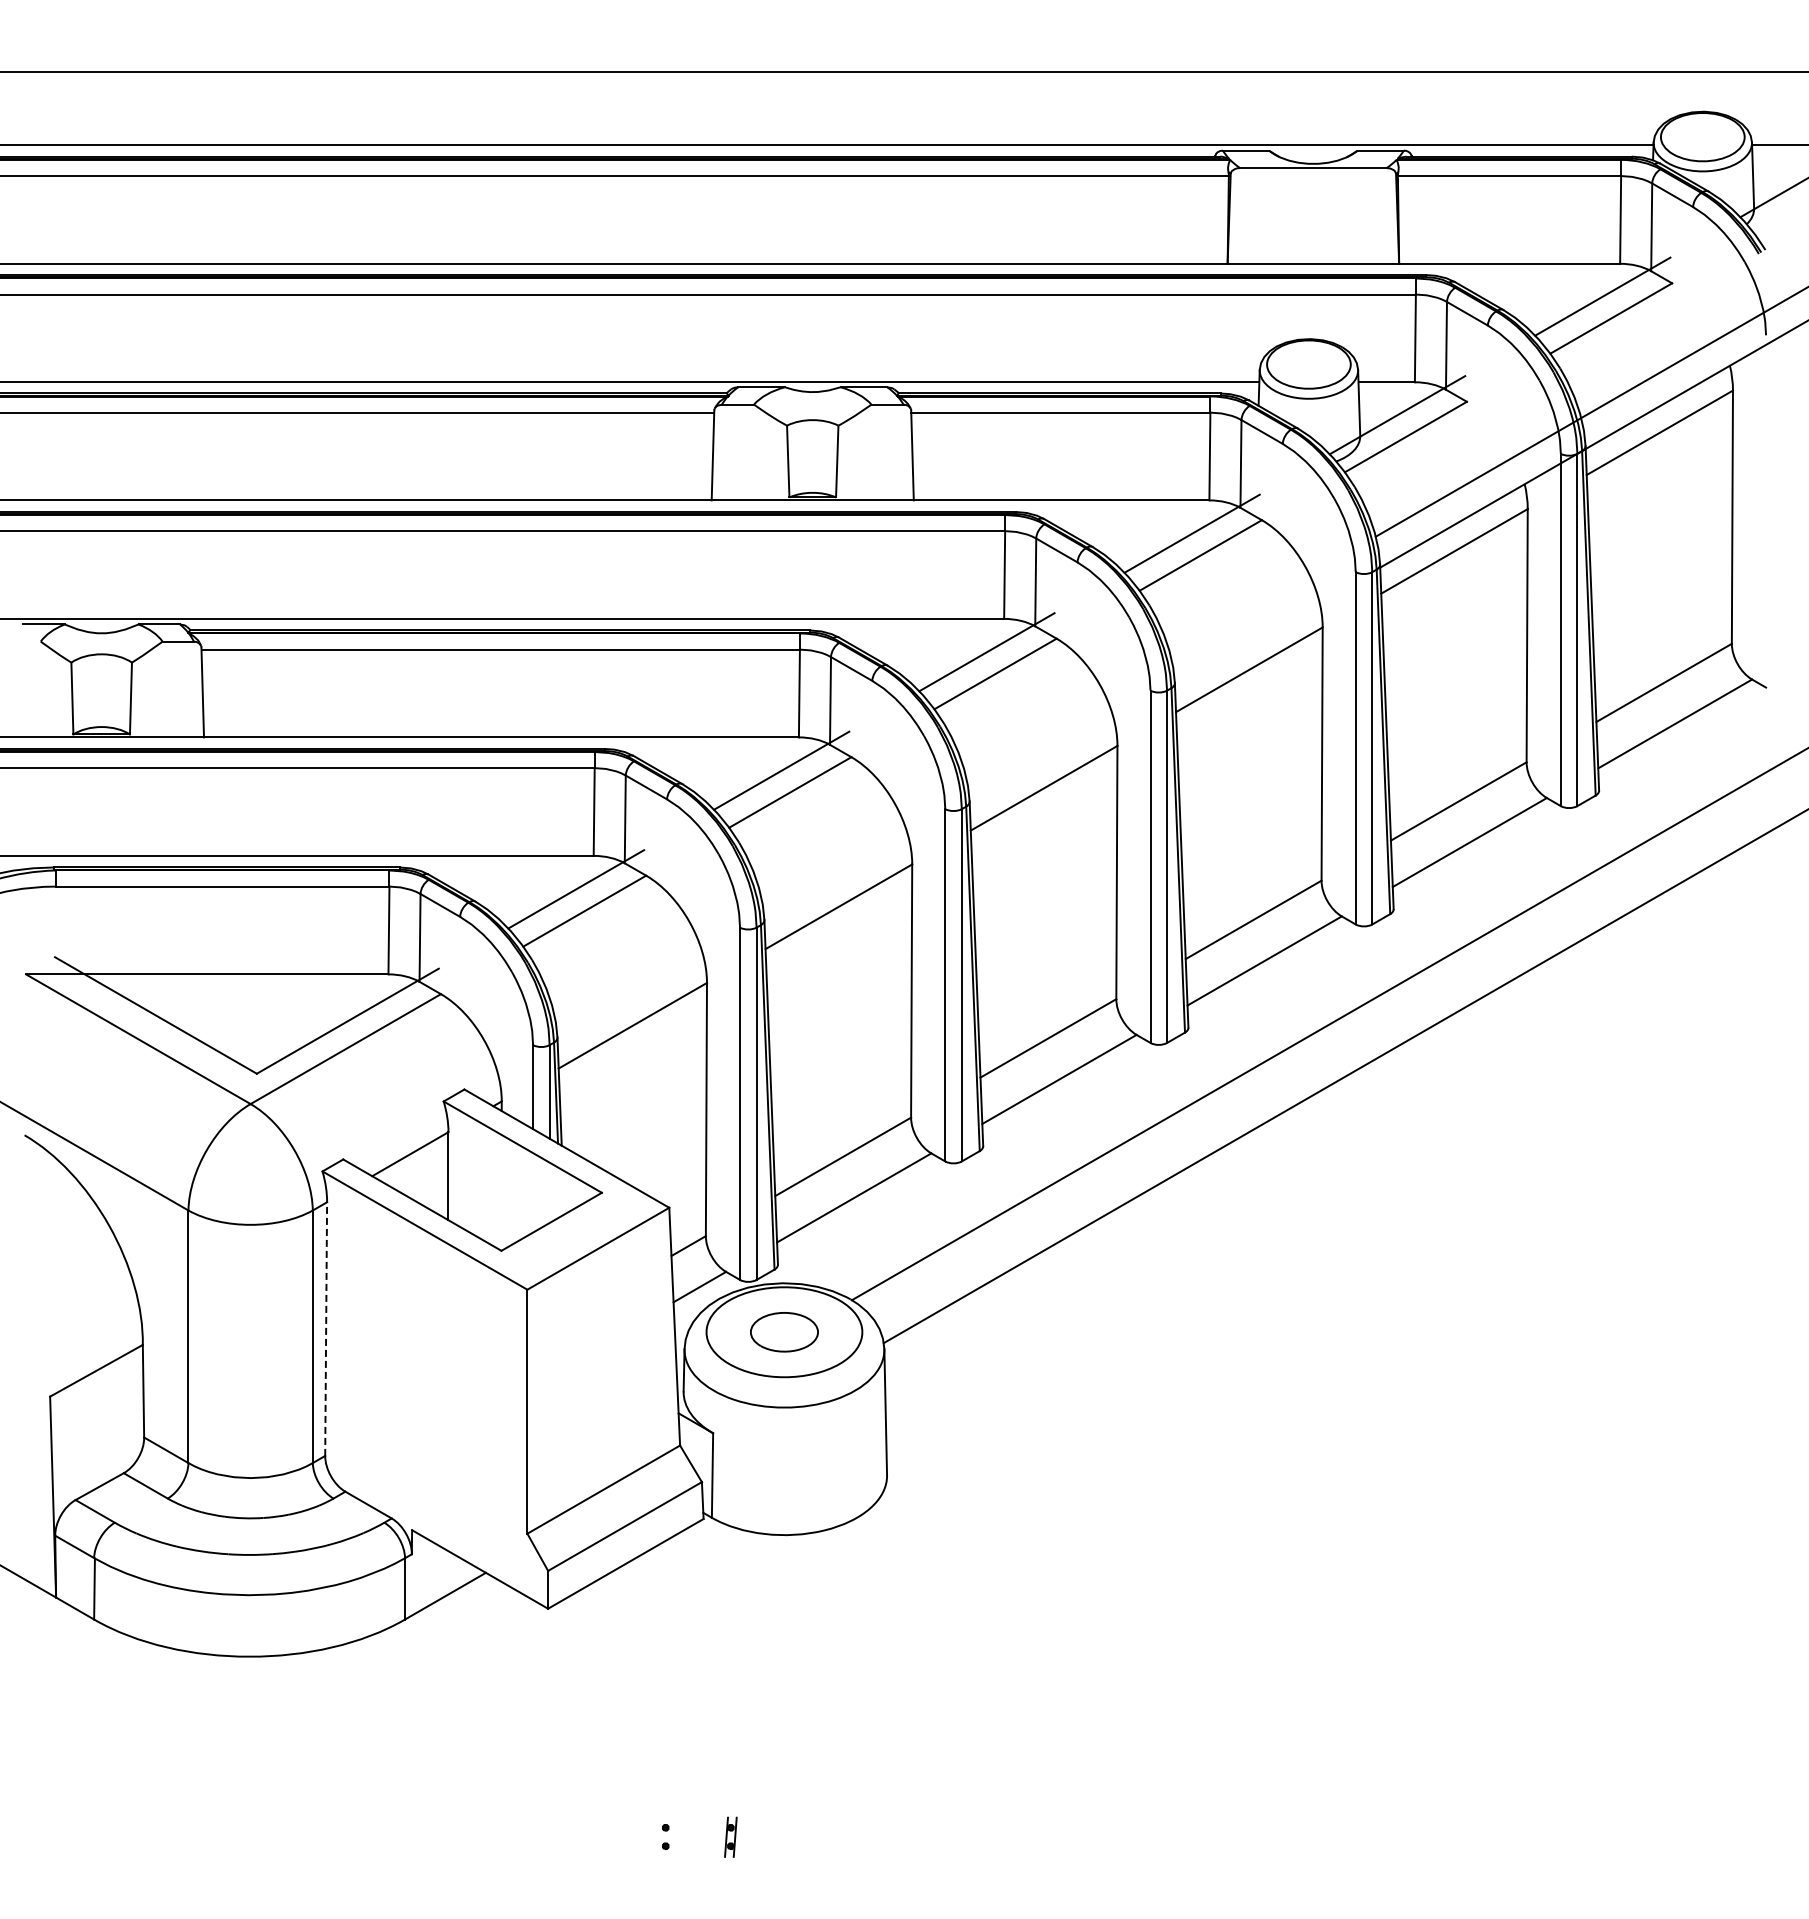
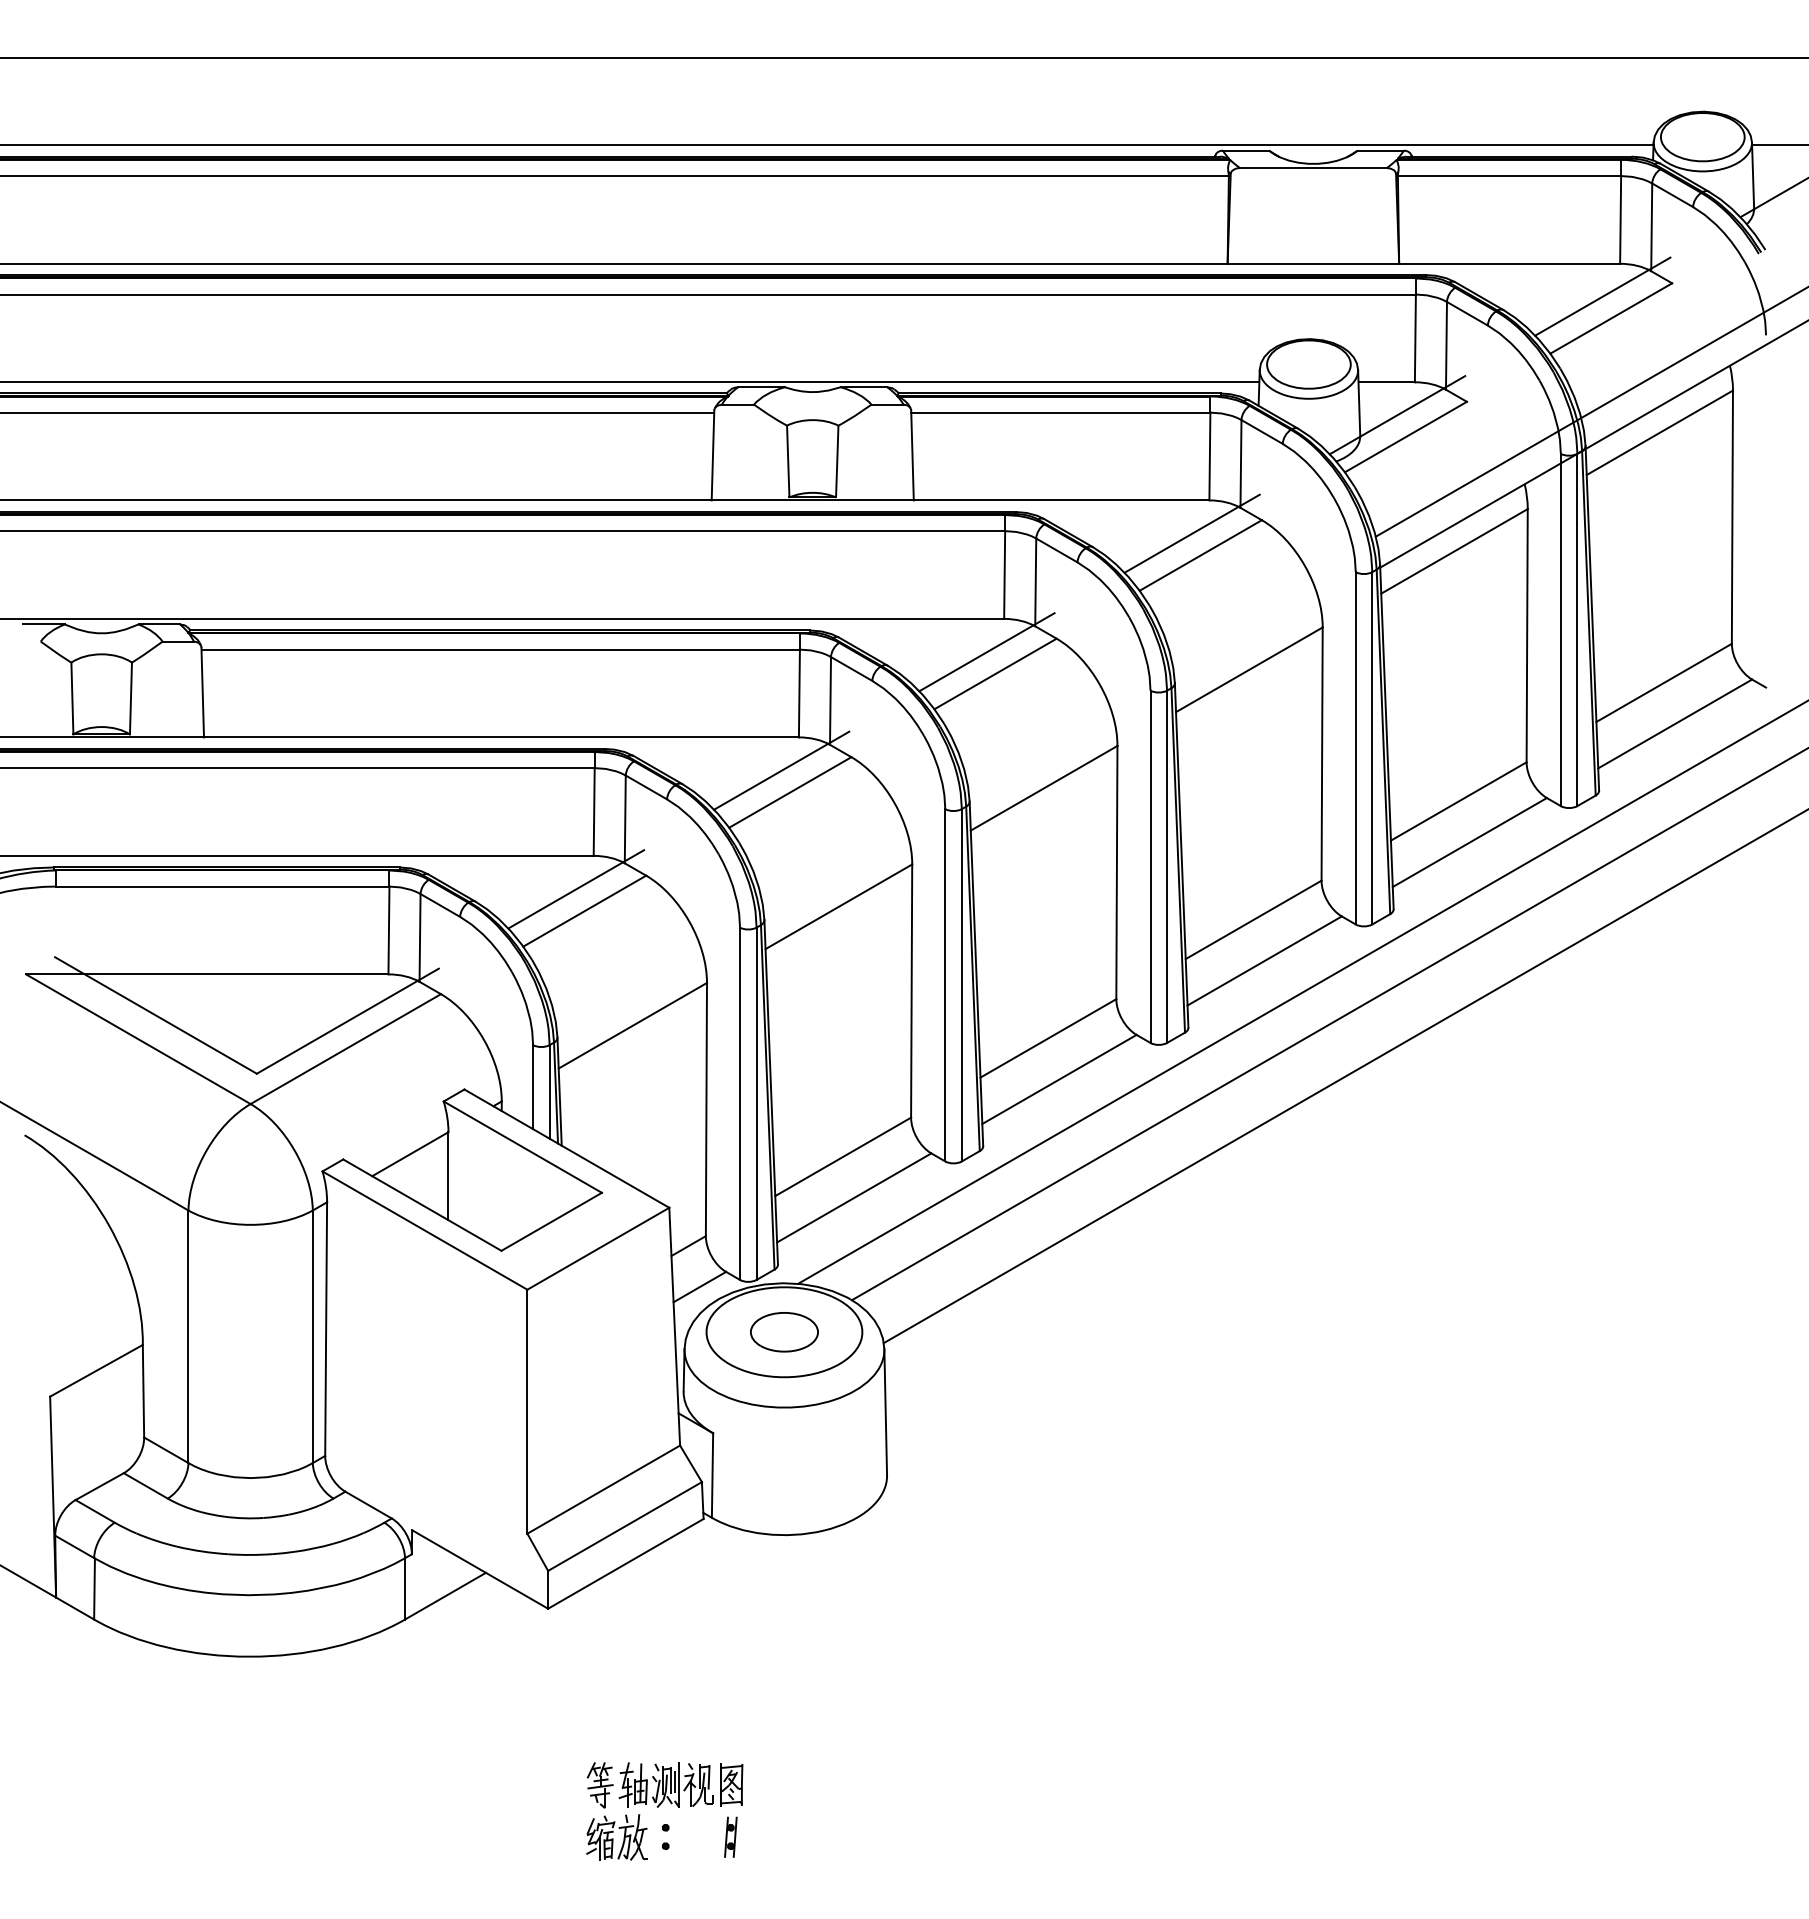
line at (903, 71) position: (903, 71) -> (903, 57)
line at (1301, 992): none -> present
line at (326, 1329): dashed -> solid
part at (659, 1806): none -> present
